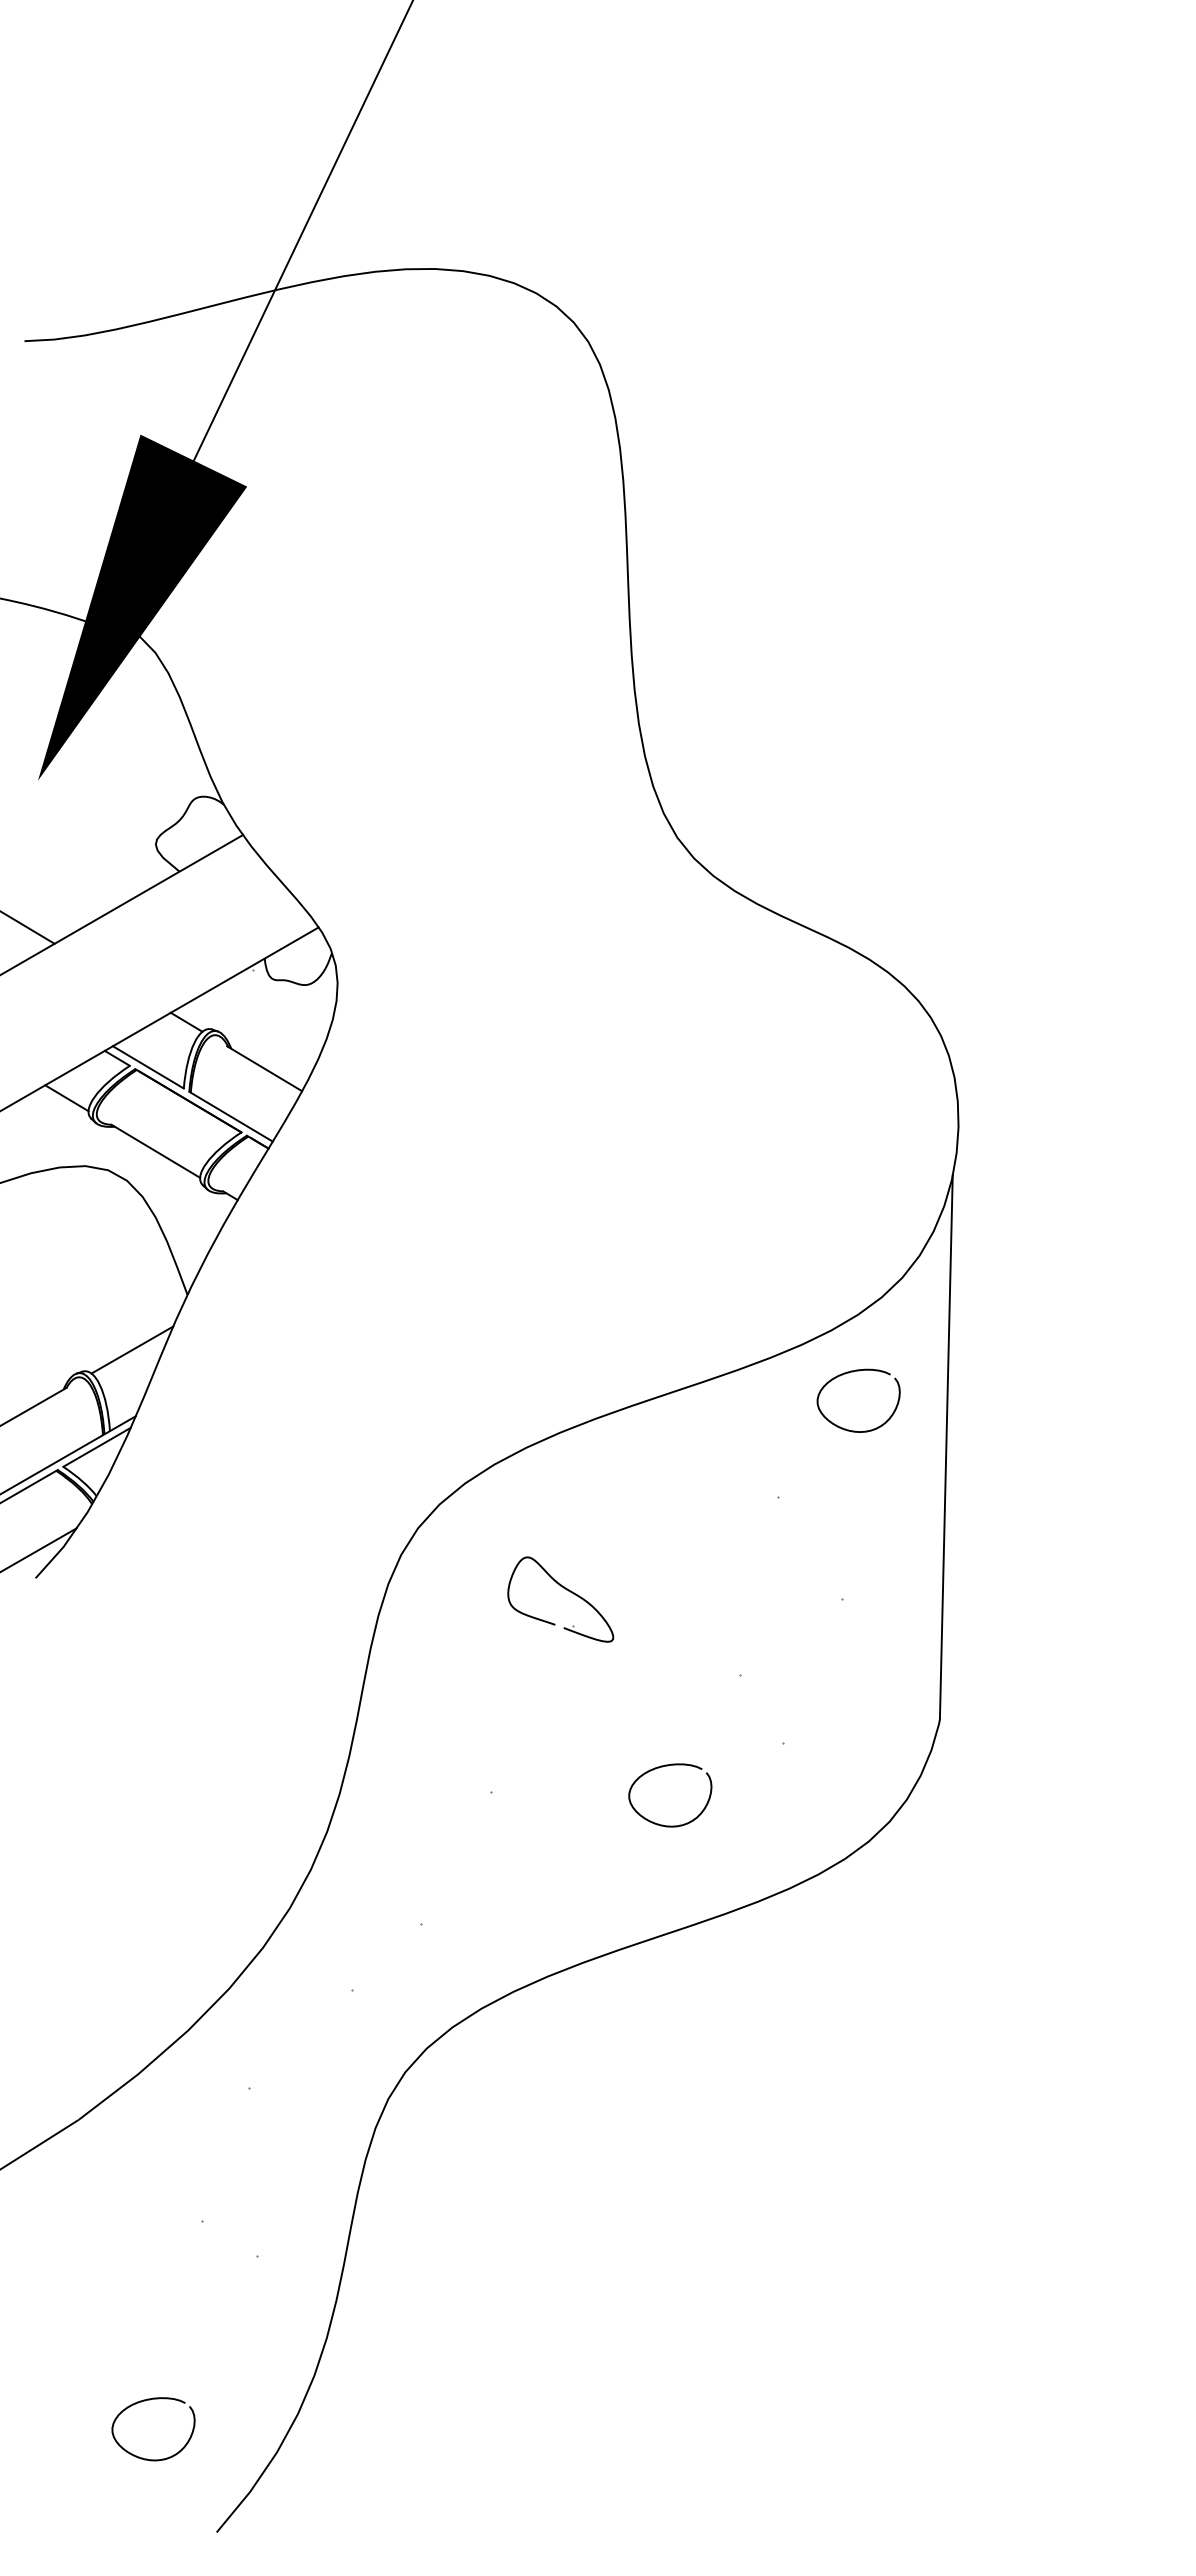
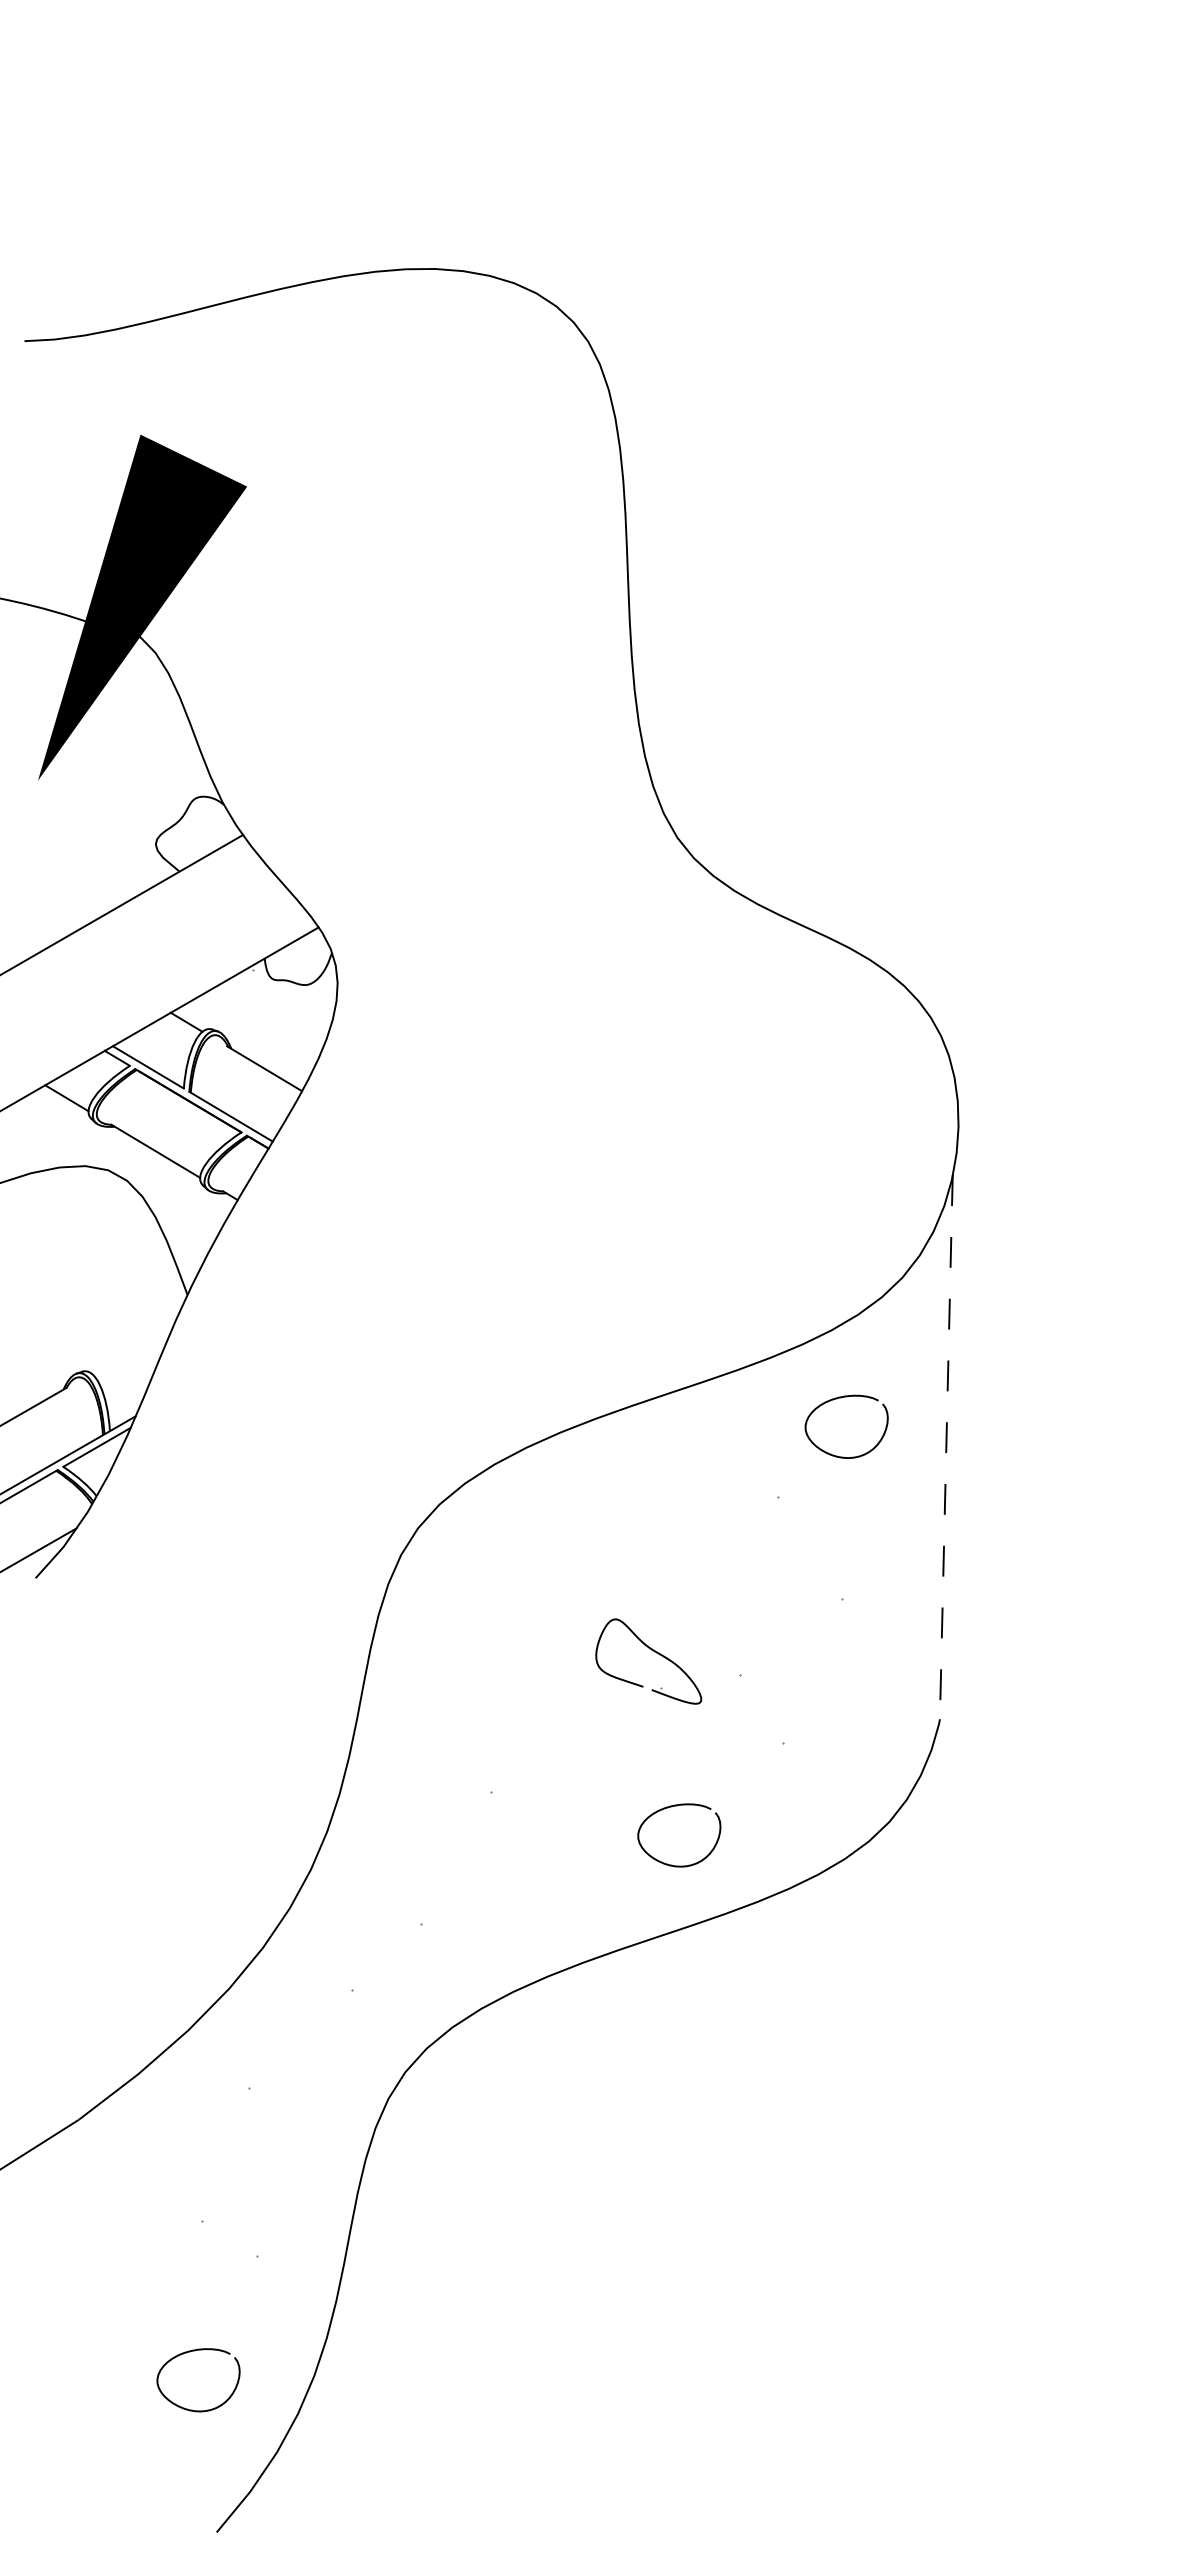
line at (302, 231): present -> none
line at (28, 927): present -> none
line at (132, 1349): present -> none
curve at (853, 1372) position: (853, 1372) -> (841, 1398)
line at (946, 1447): solid -> dashed
part at (566, 1590) position: (566, 1590) -> (654, 1652)
curve at (668, 1766) position: (668, 1766) -> (677, 1806)
curve at (145, 2401) position: (145, 2401) -> (190, 2352)
